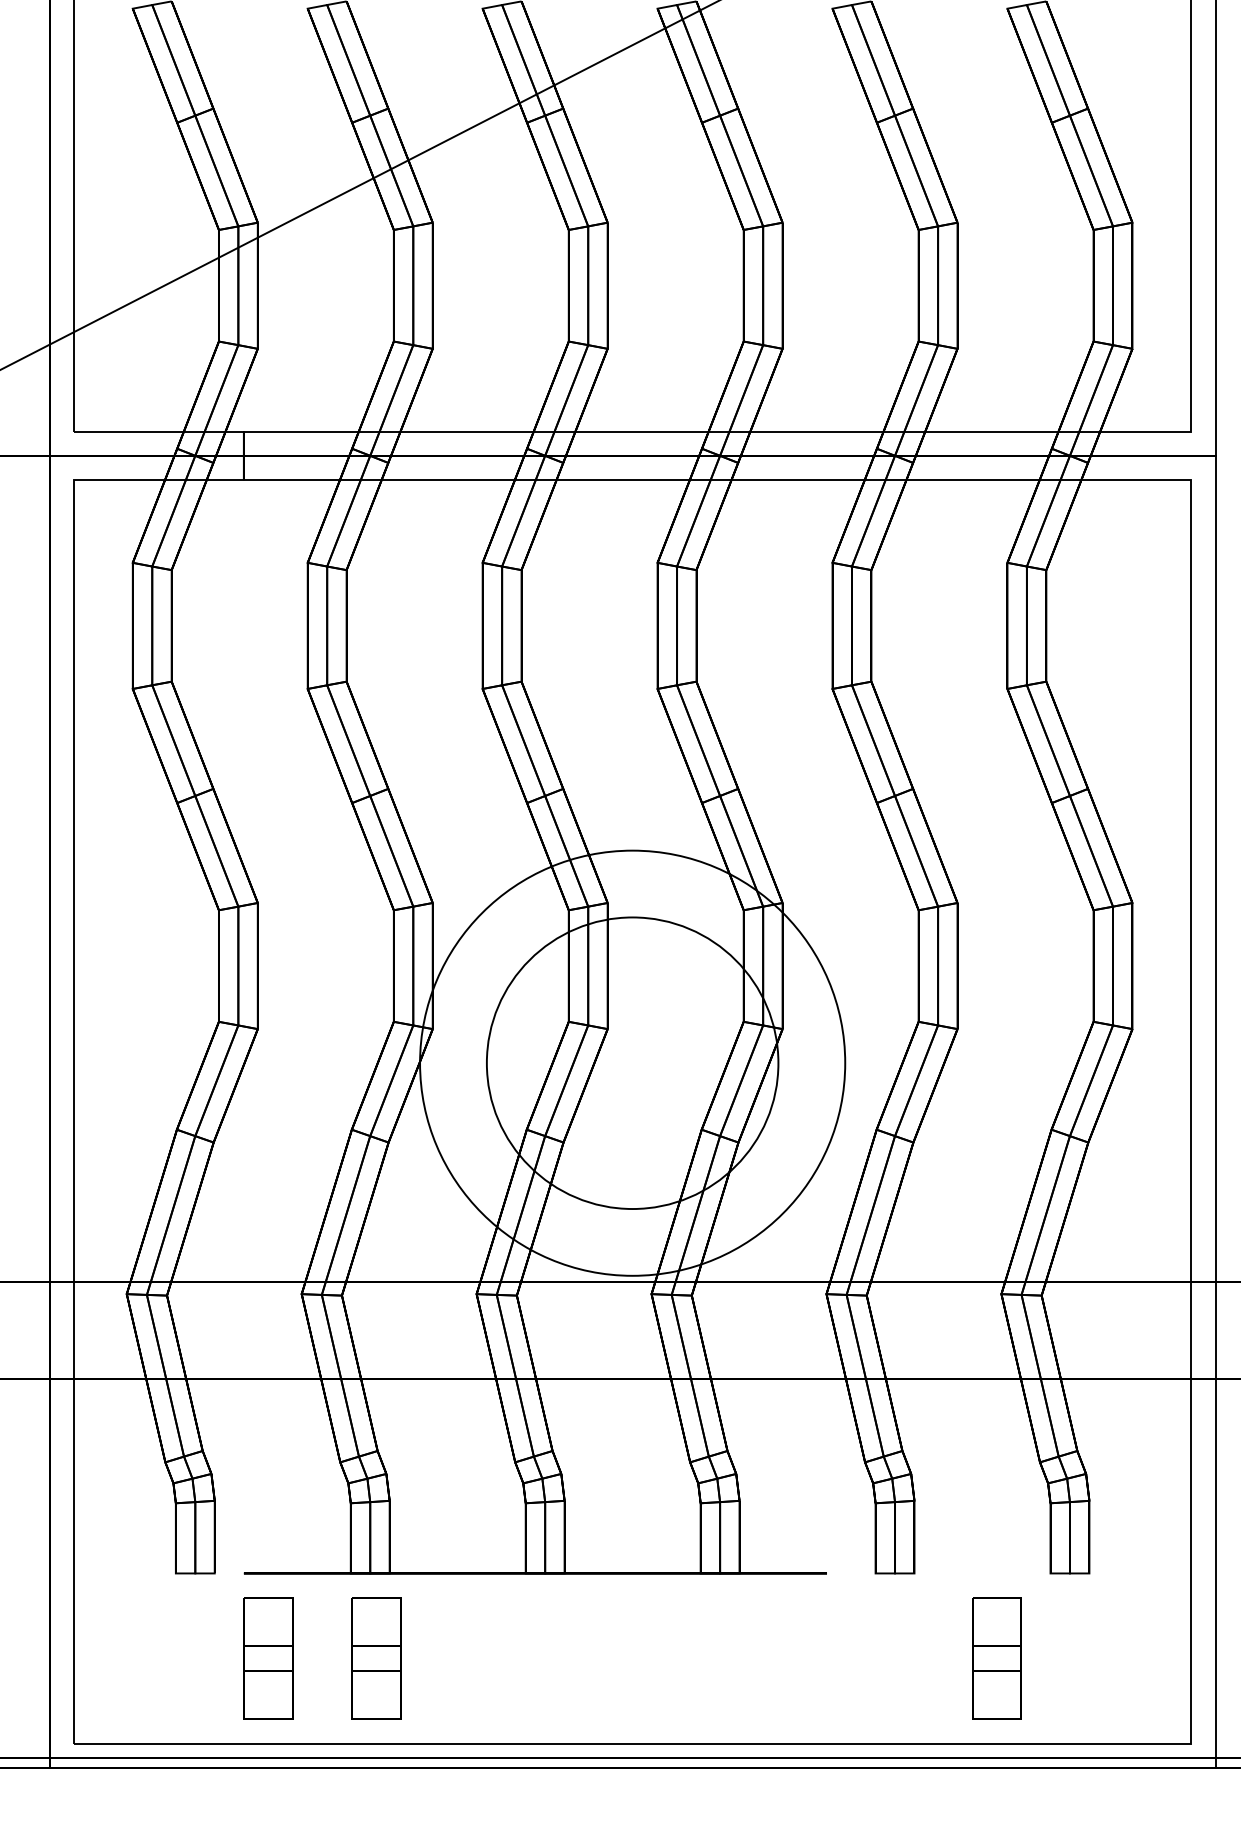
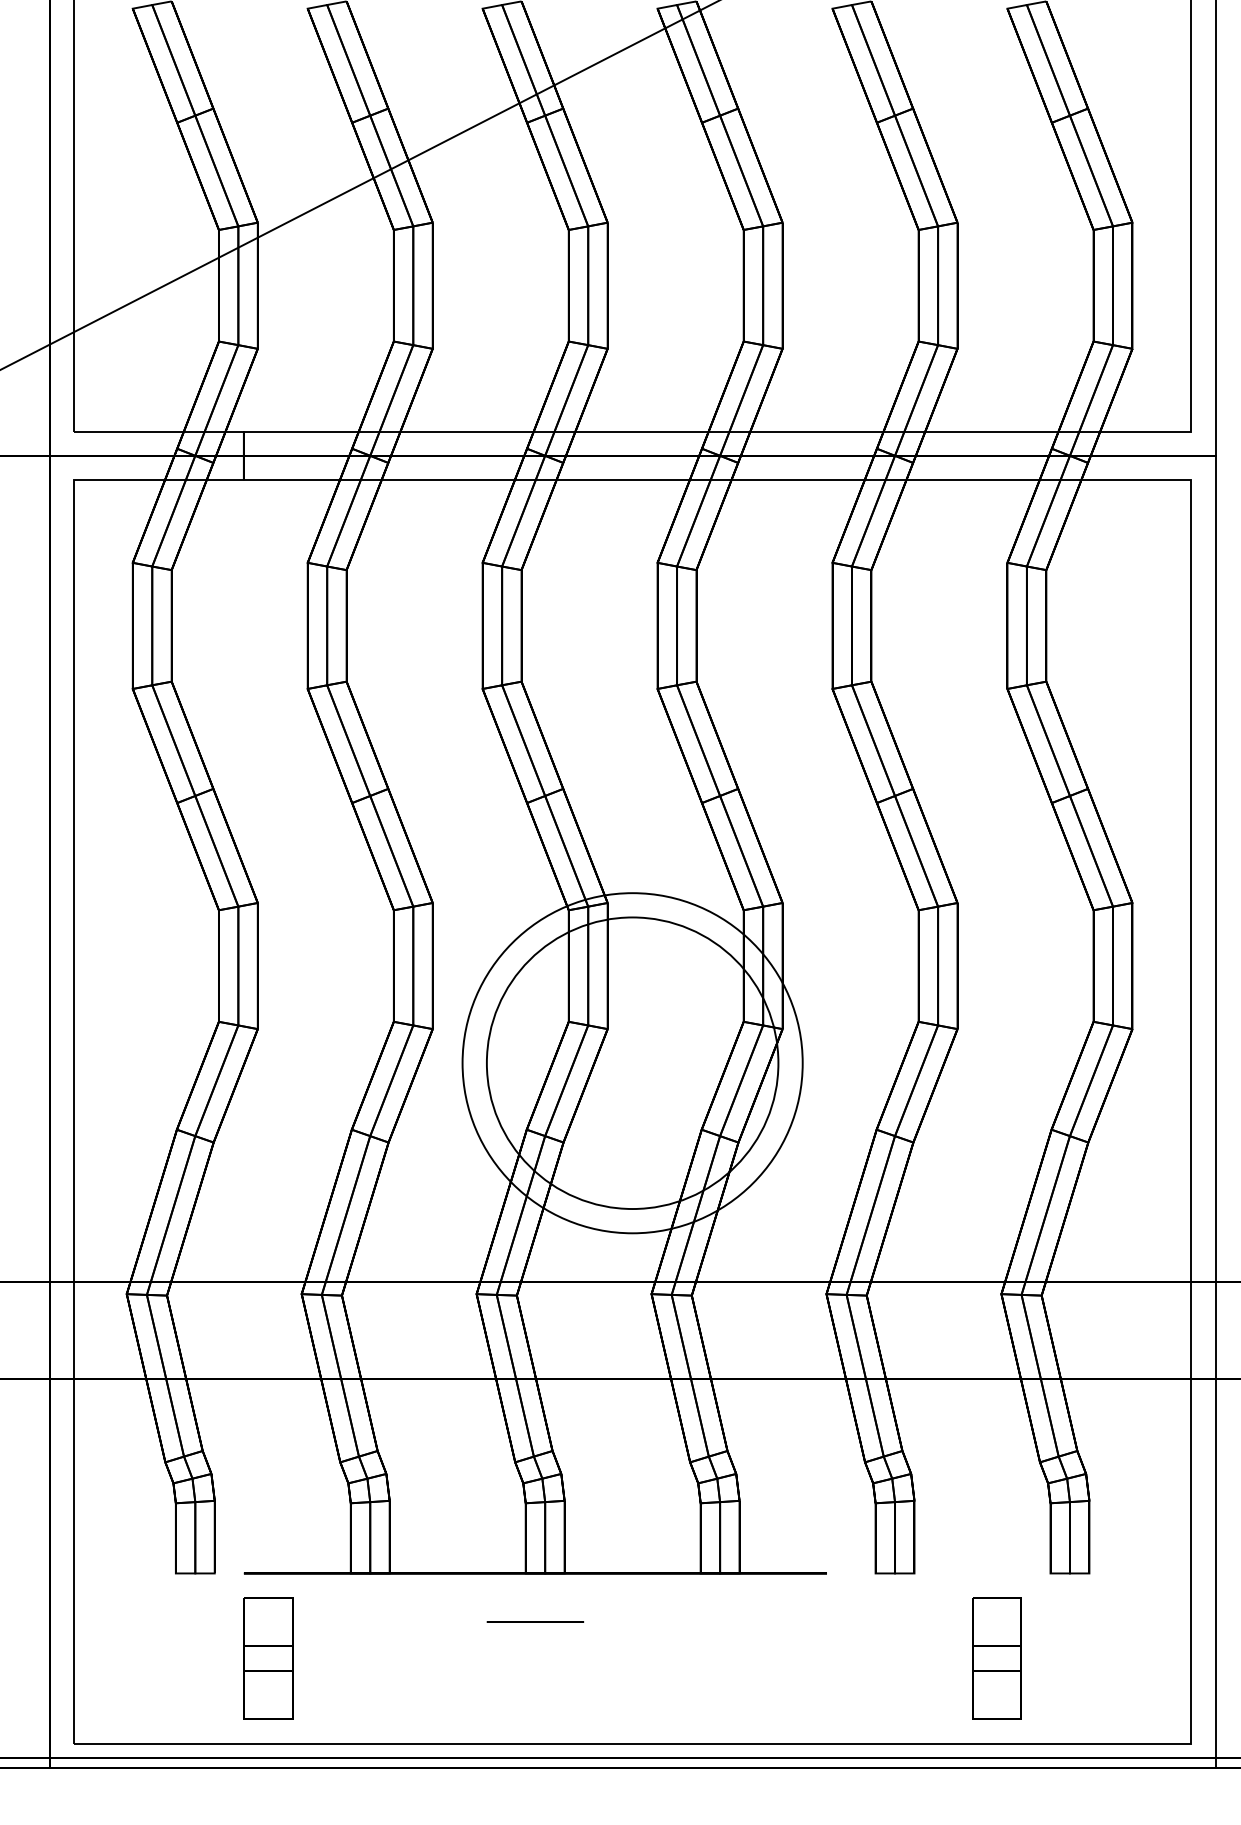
circle at (632, 1062) diameter: 425 px -> 340 px
circle at (535, 1621): none -> present
part at (376, 1658): present -> none
